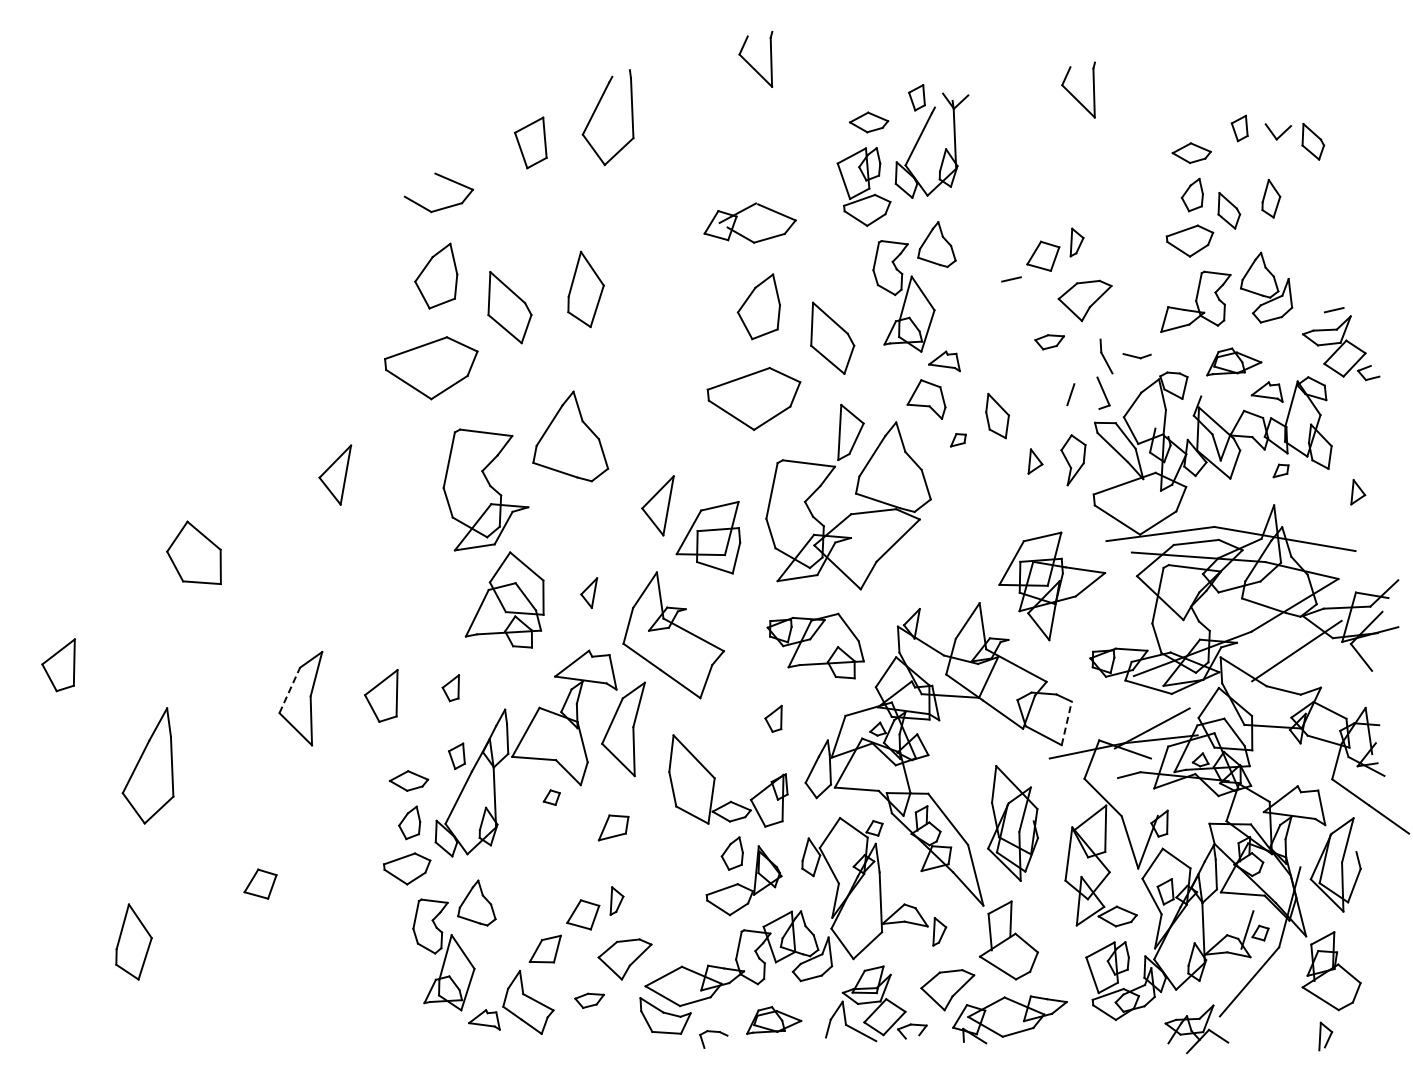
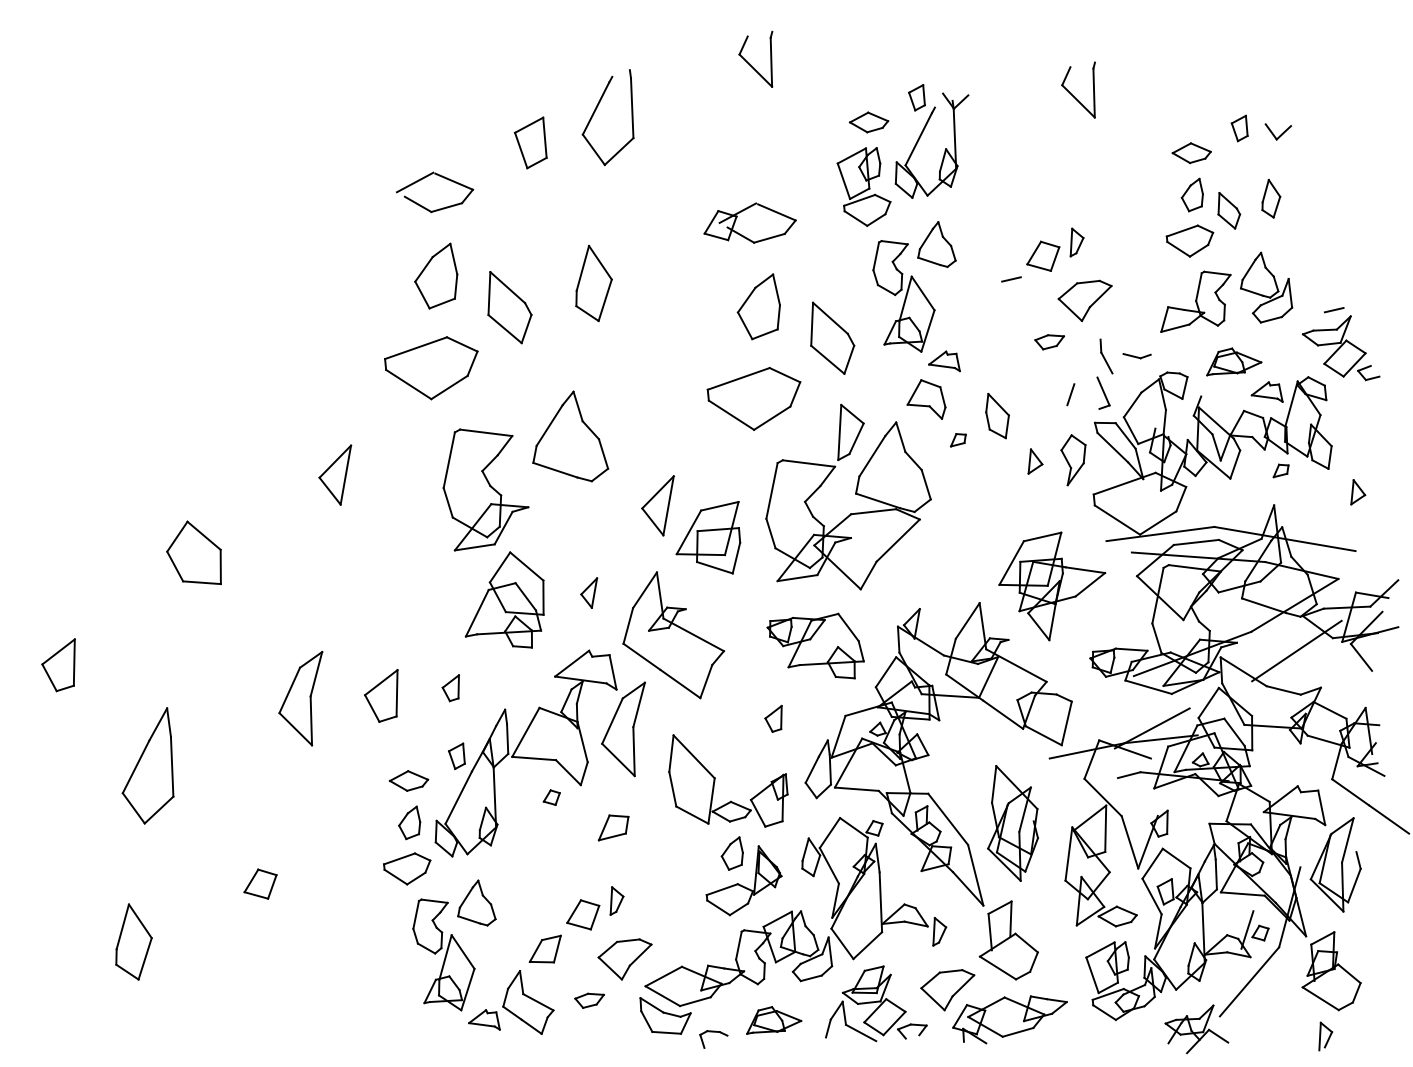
part at (1313, 141): present -> none
line at (414, 182): none -> present
part at (585, 289) position: (585, 289) -> (593, 283)
line at (289, 690): dashed -> solid
line at (1066, 722): dashed -> solid
